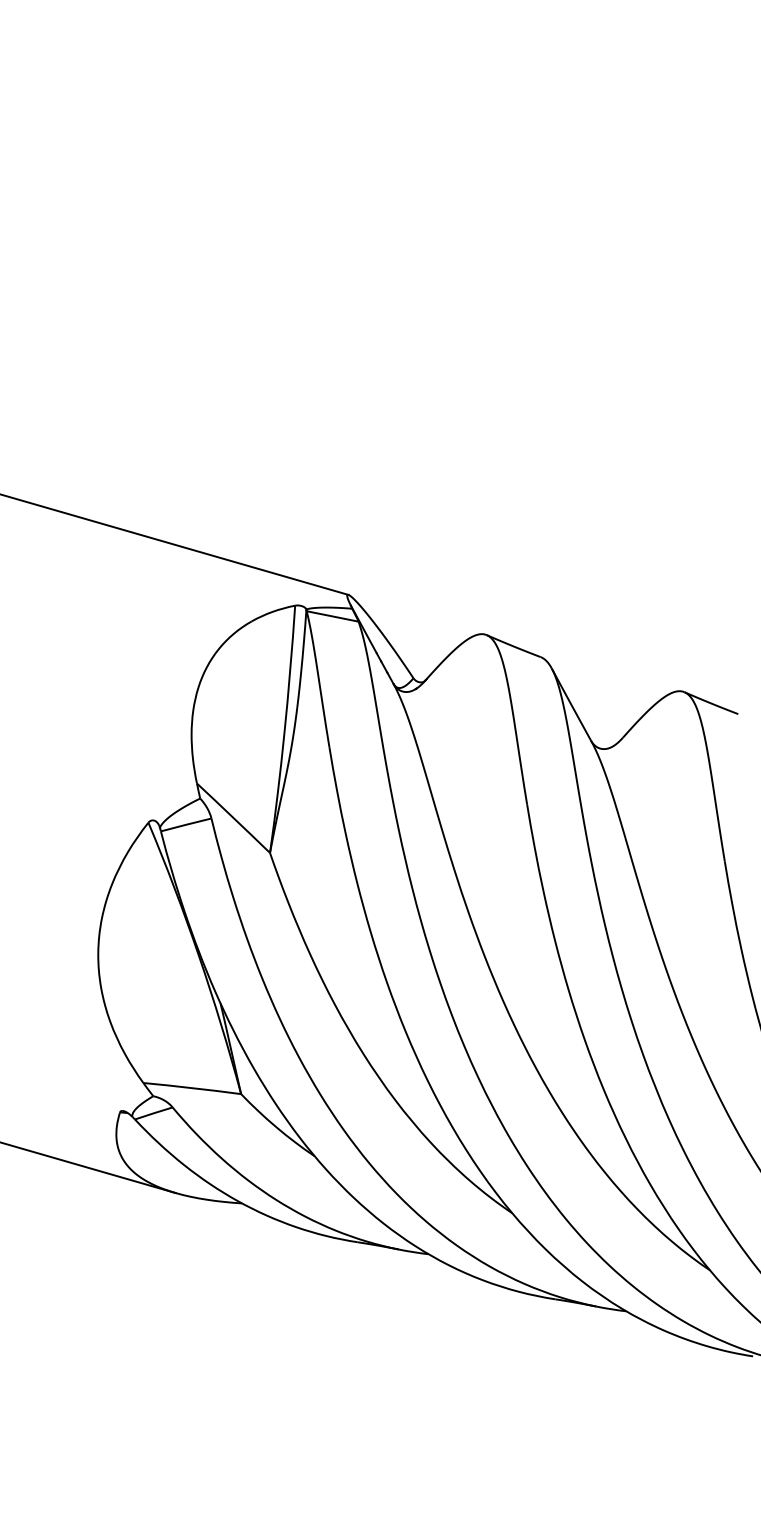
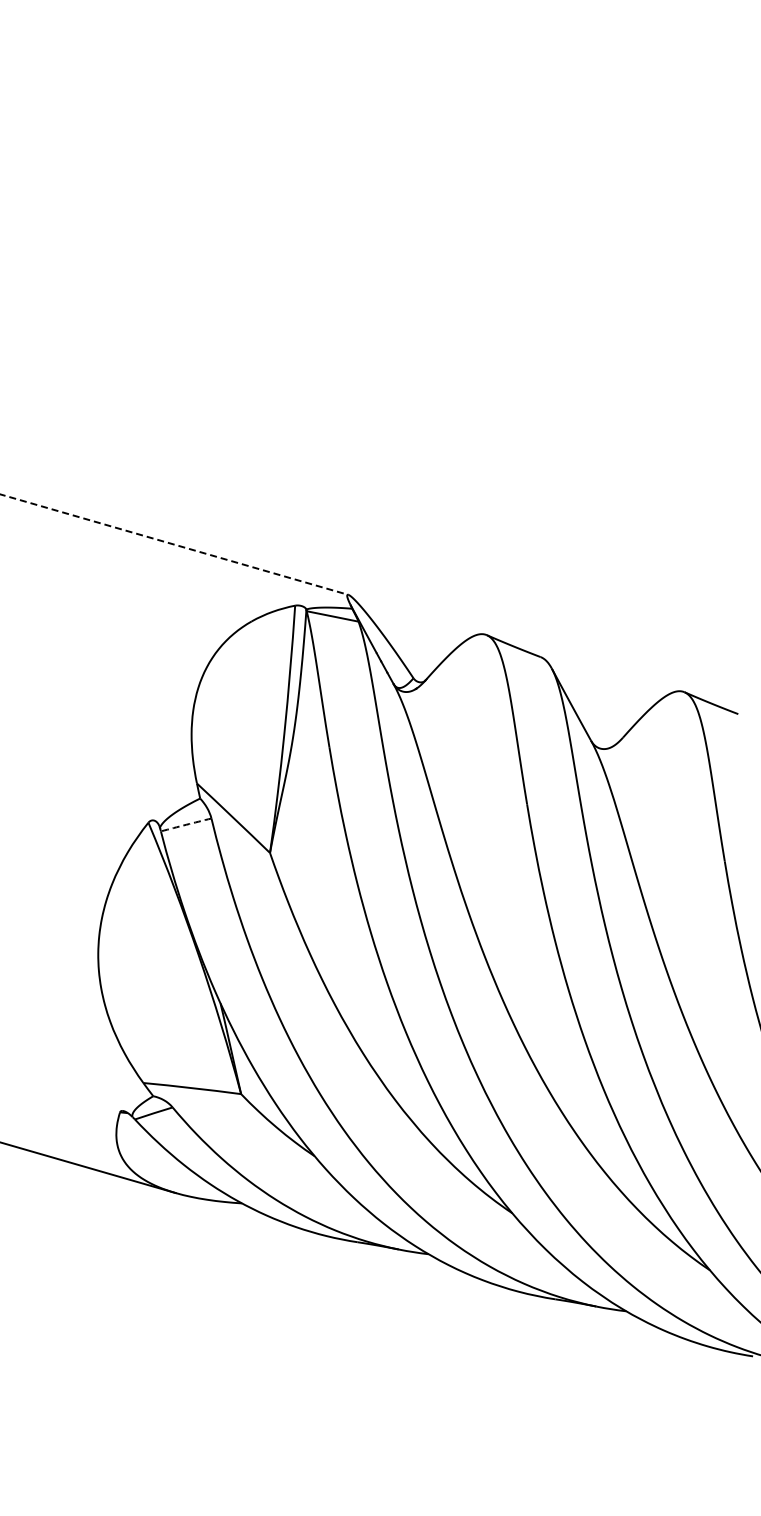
line at (174, 544): solid -> dashed
arc at (186, 824): solid -> dashed
